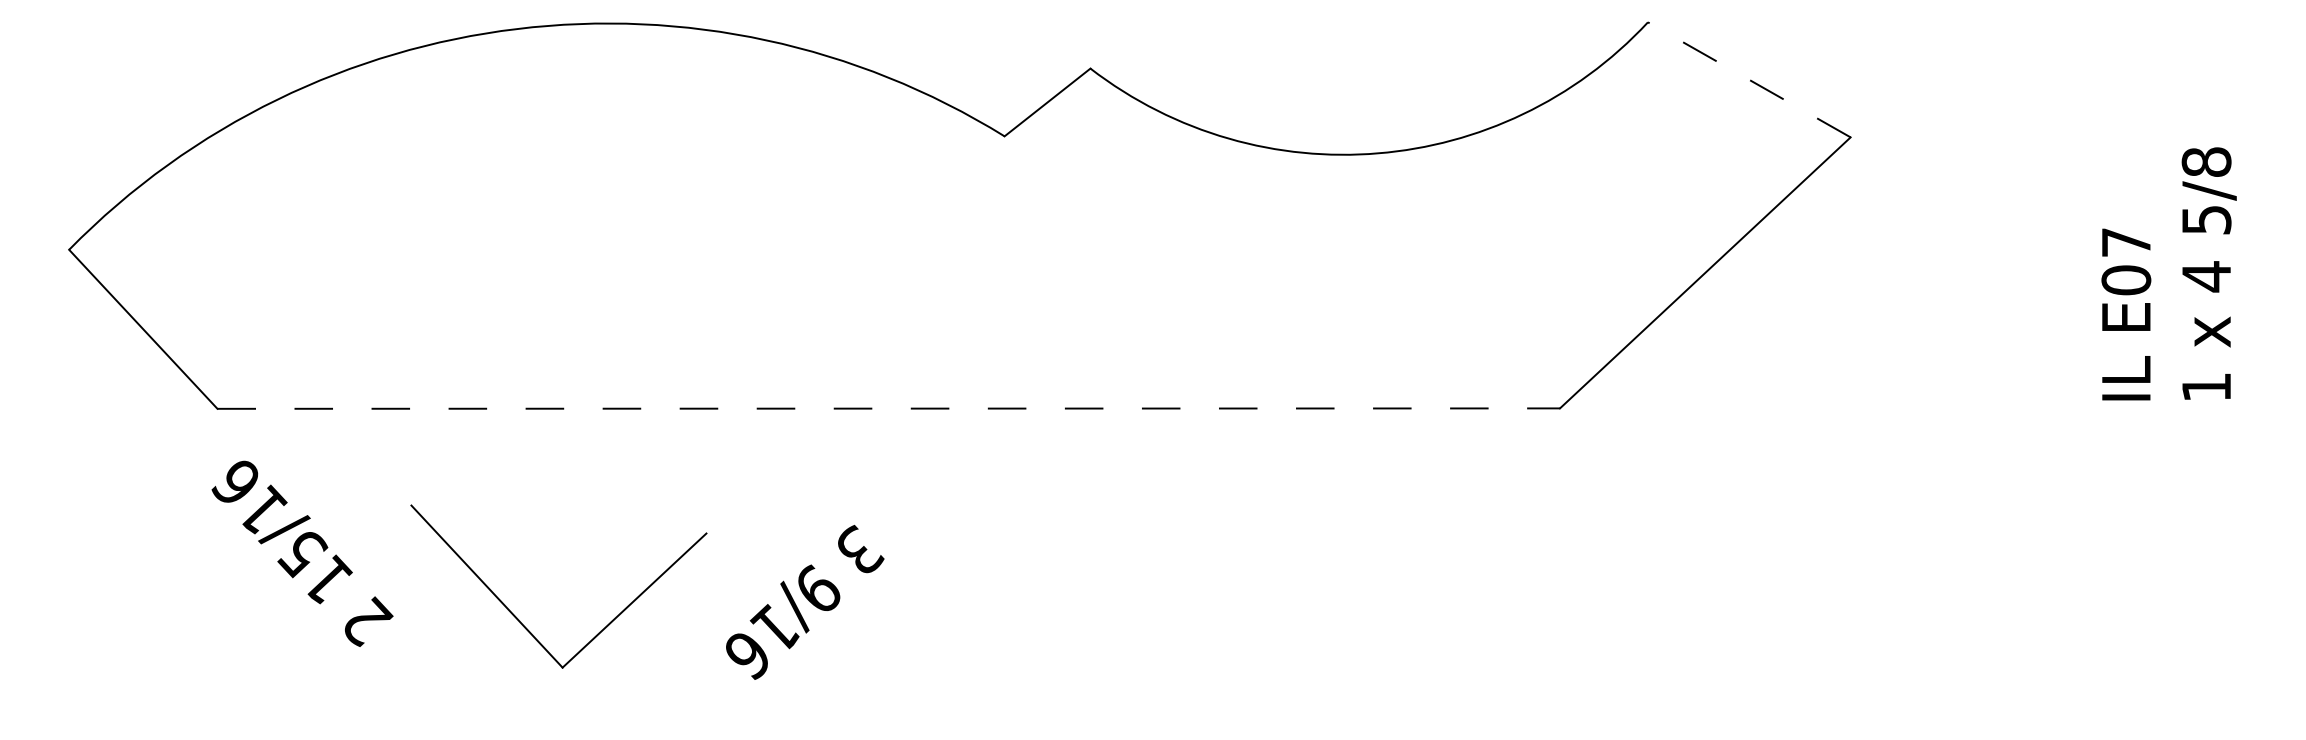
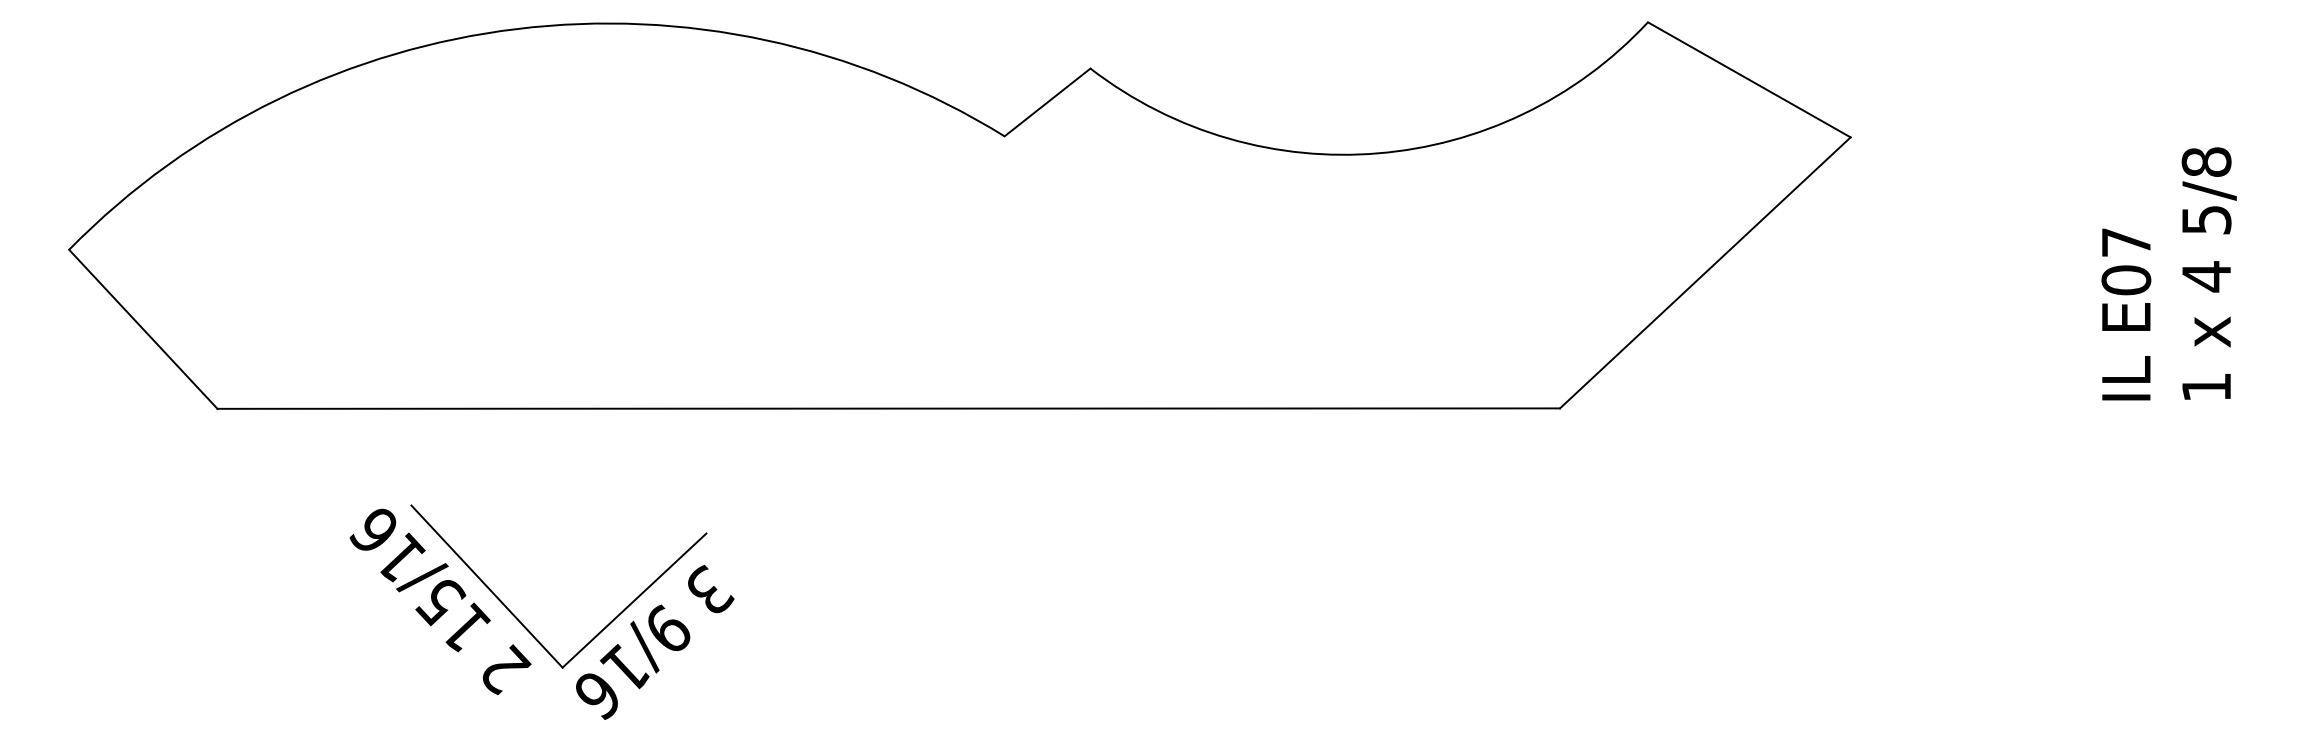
line at (1749, 79): dashed -> solid
line at (889, 408): dashed -> solid
text at (302, 553) position: (302, 553) -> (440, 601)
text at (805, 602) position: (805, 602) -> (655, 642)
